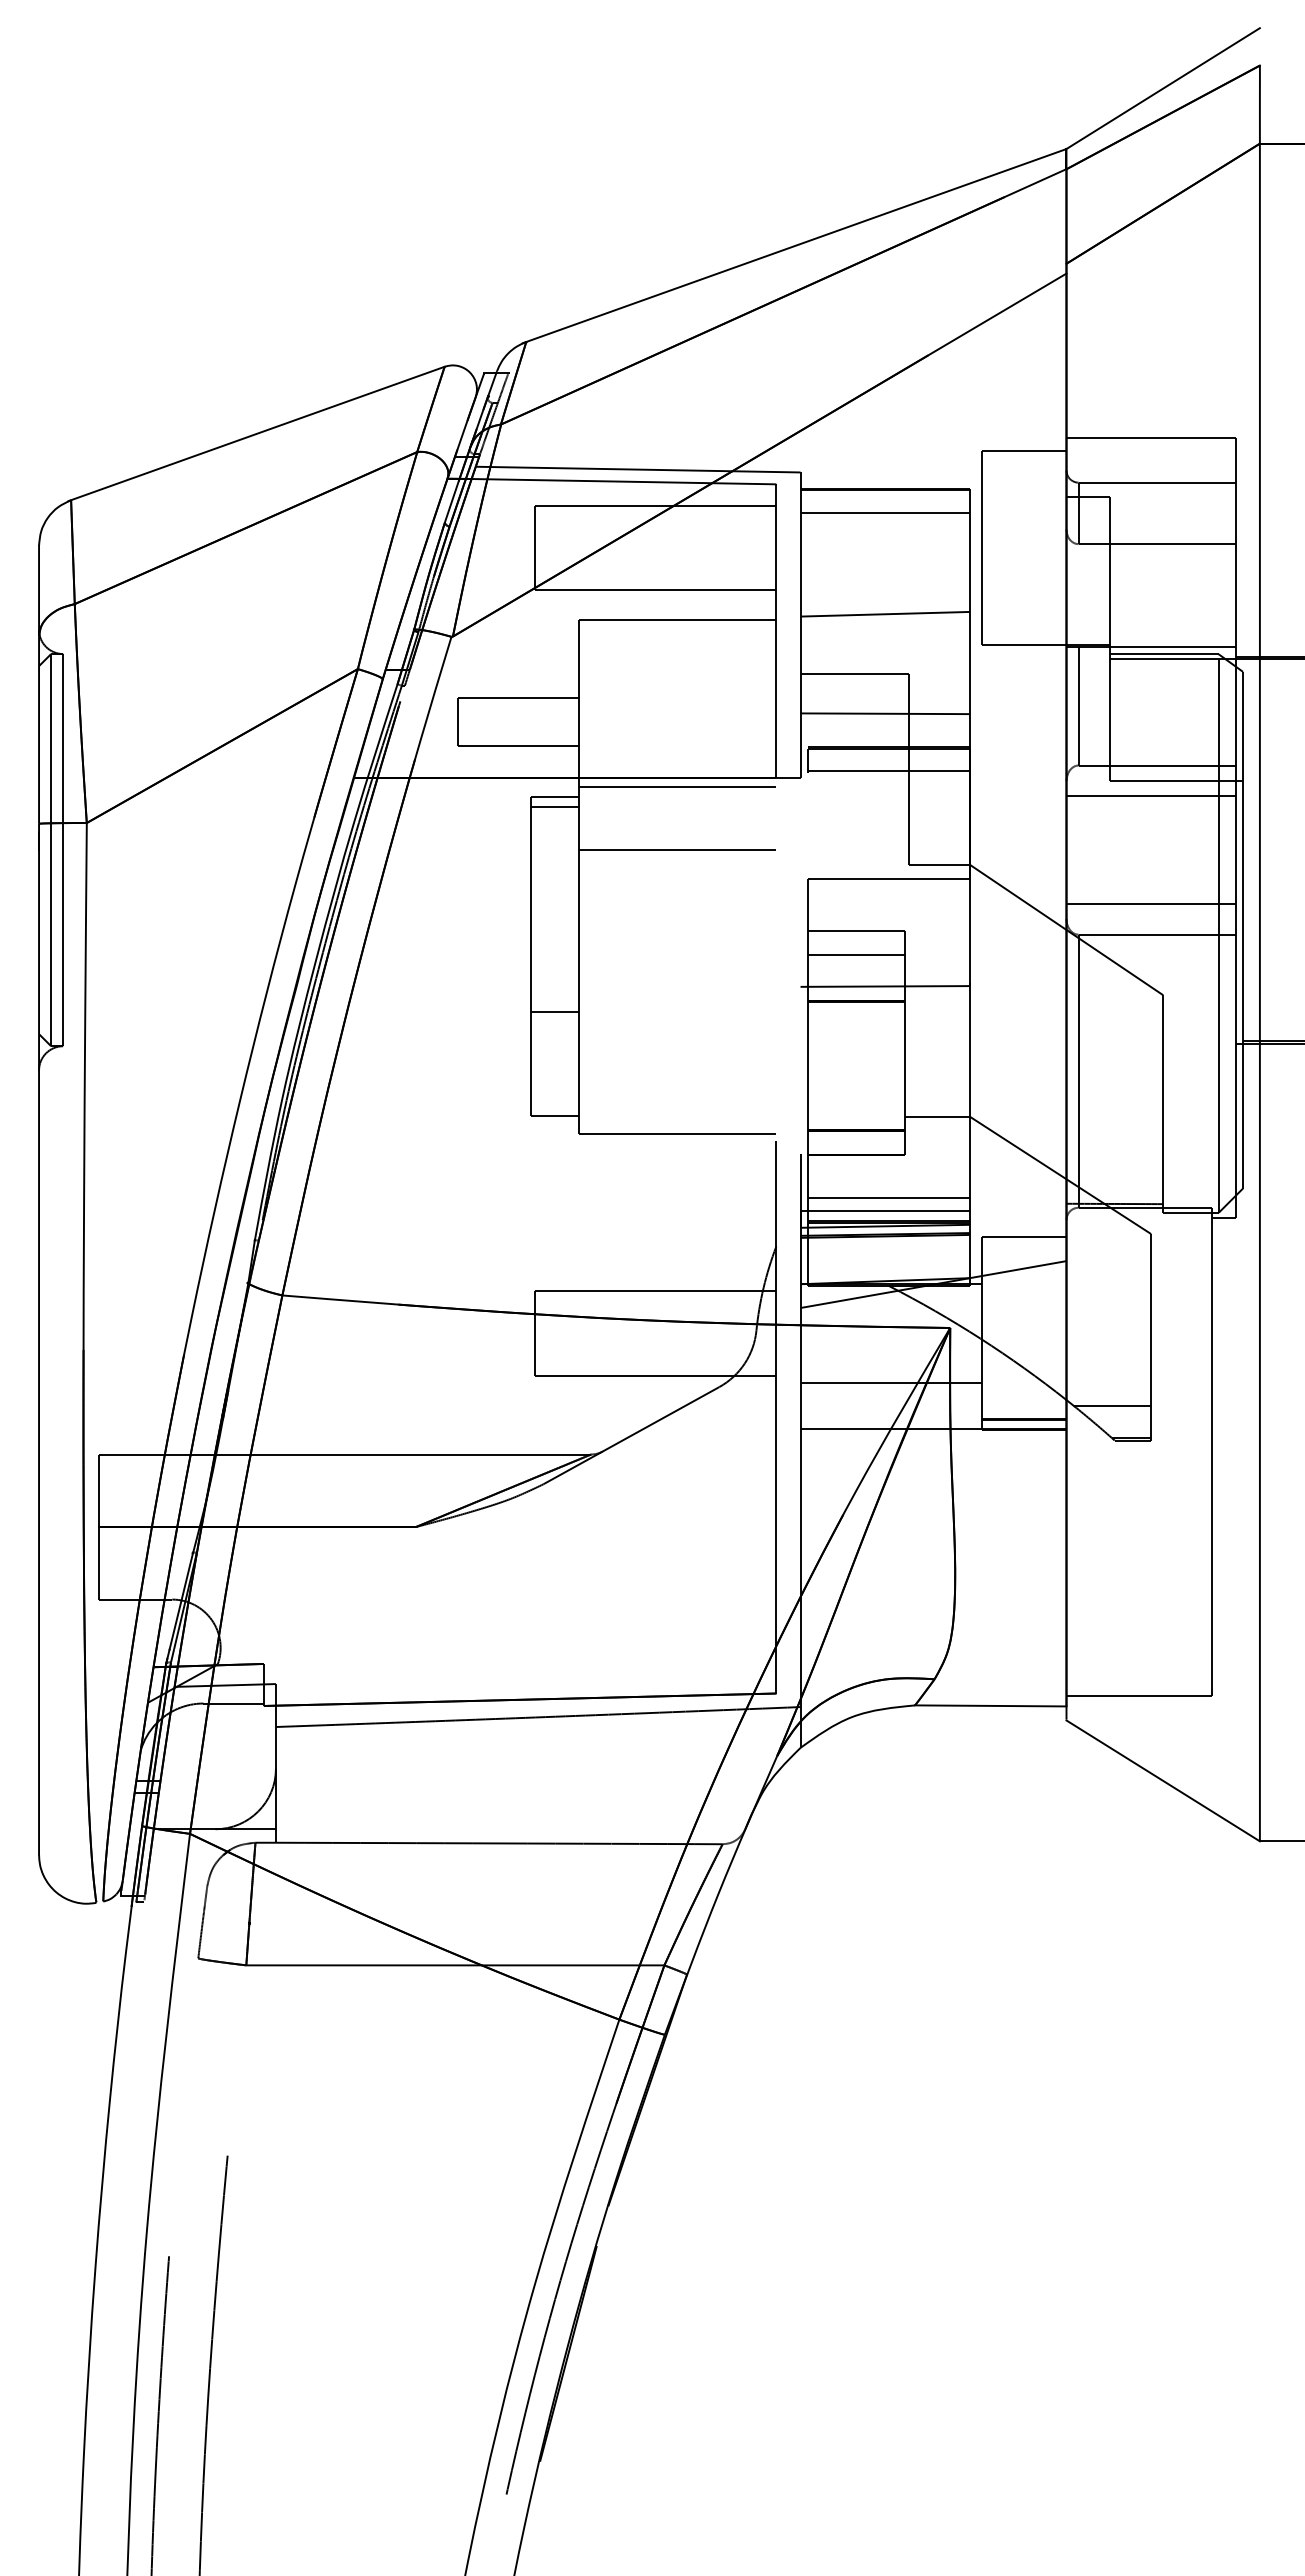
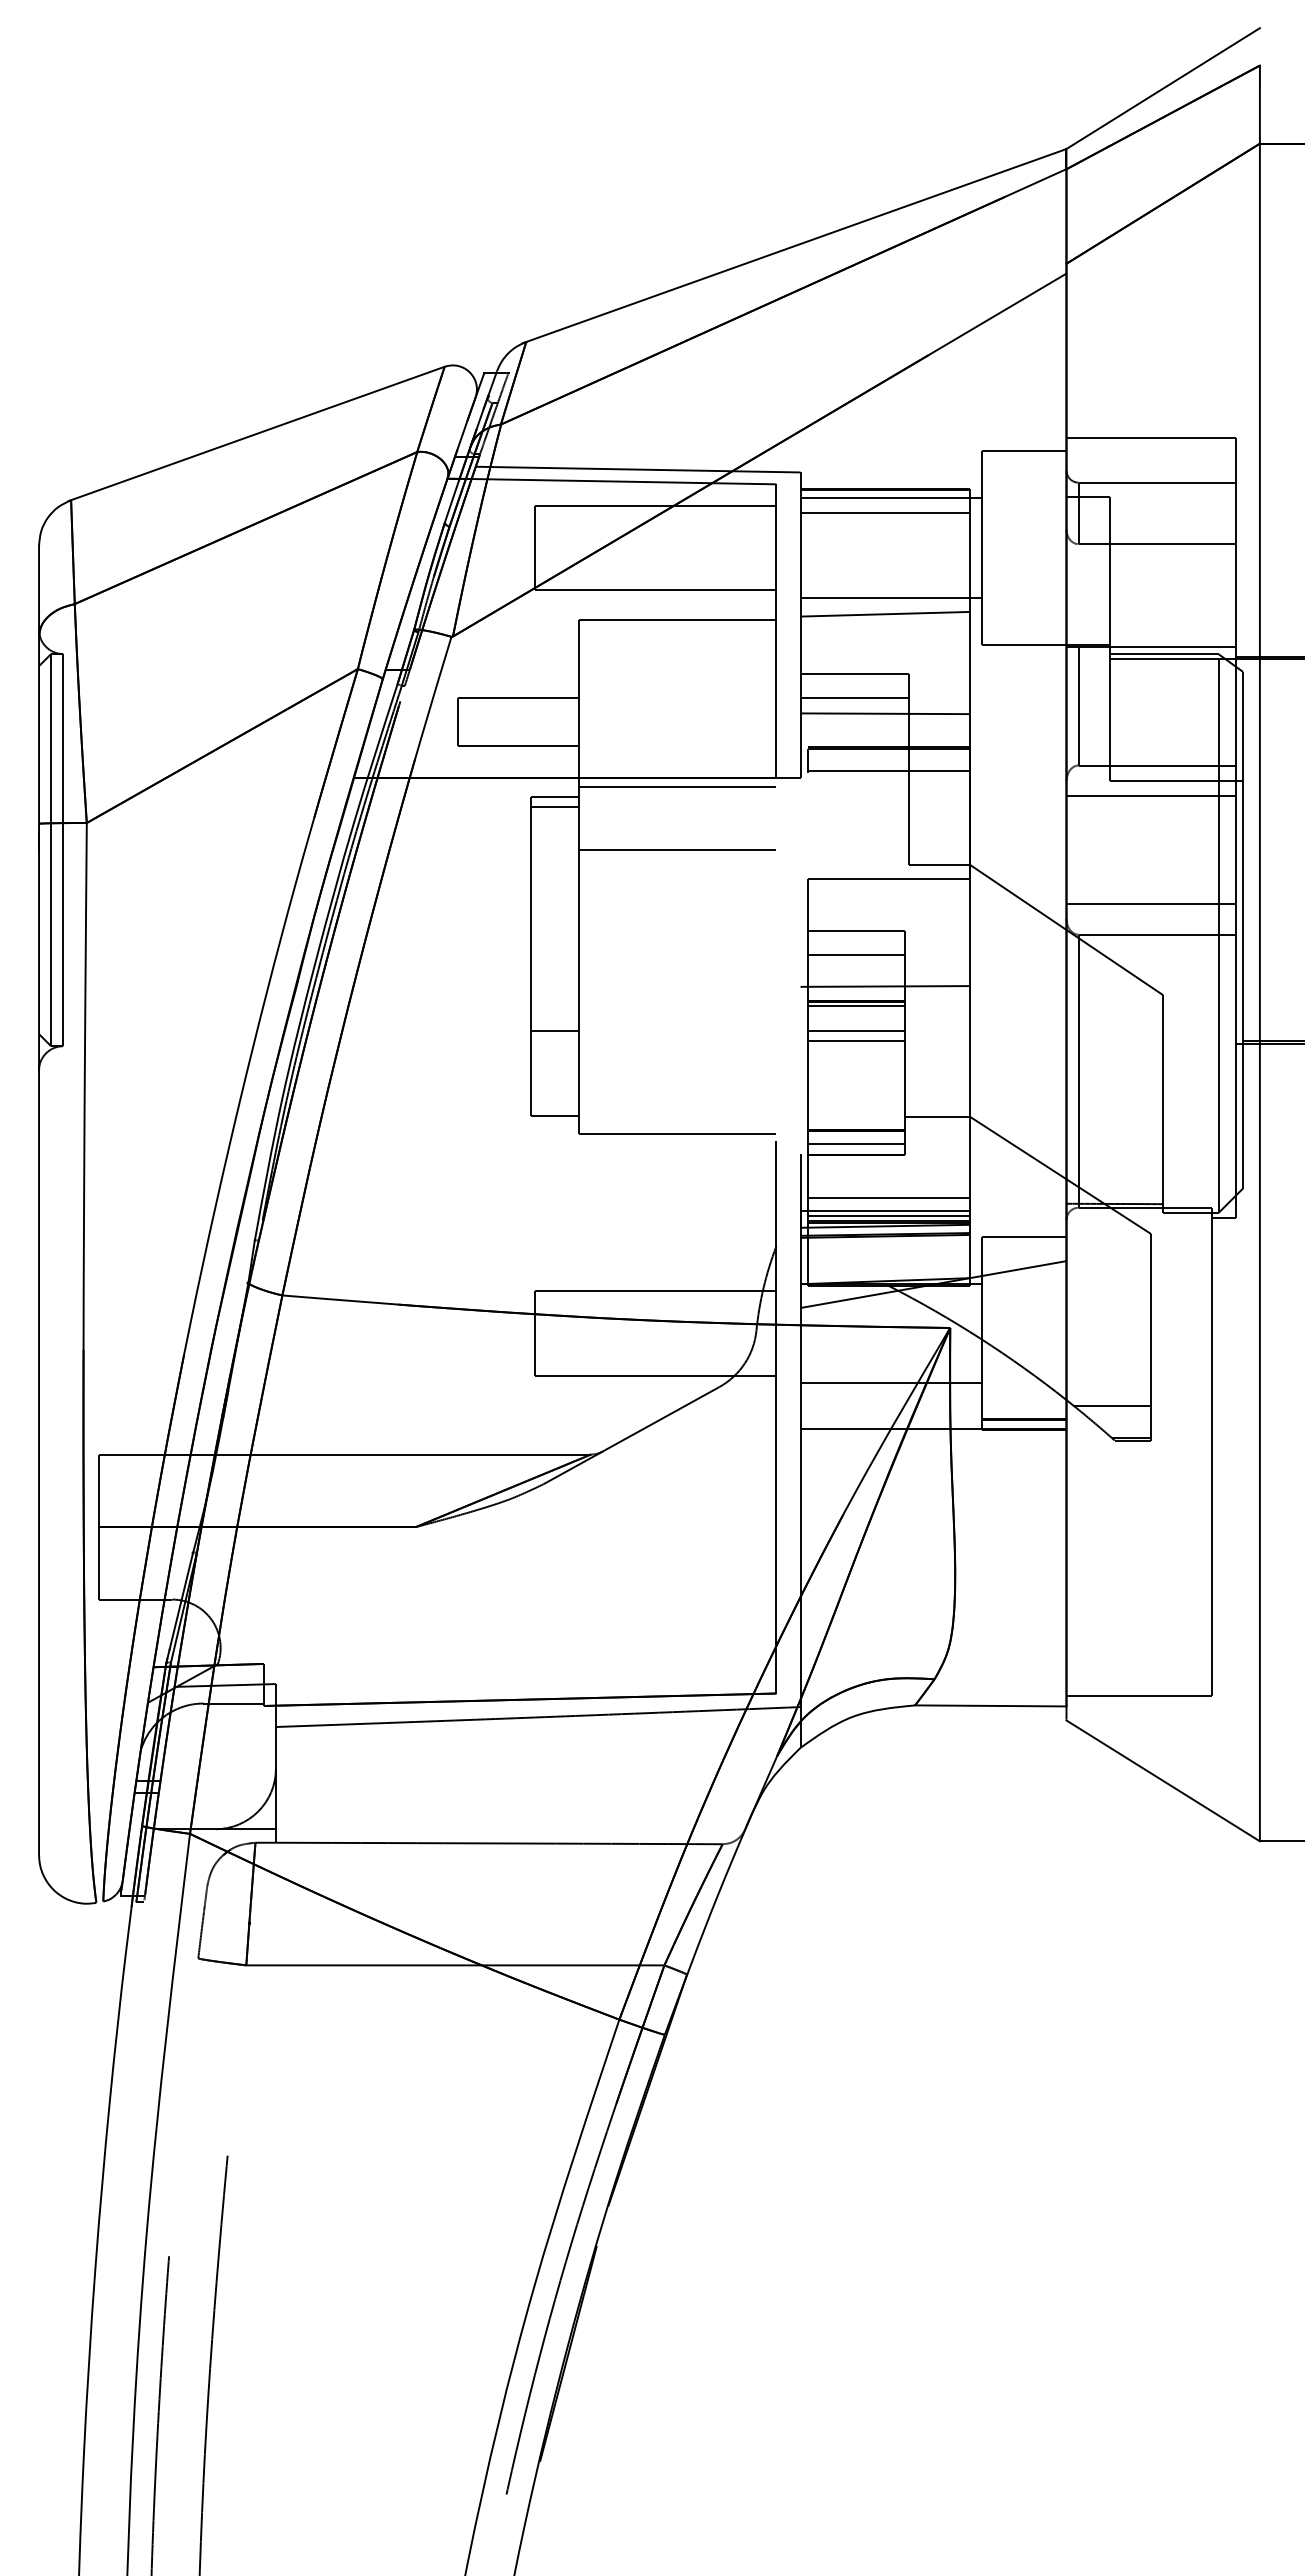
line at (890, 498): none -> present
line at (890, 597): none -> present
line at (854, 698): none -> present
line at (855, 1005): none -> present
line at (554, 1012) position: (554, 1012) -> (554, 1031)
line at (855, 1030): none -> present
line at (855, 1041): none -> present
line at (855, 1143): none -> present
line at (888, 1215): none -> present
